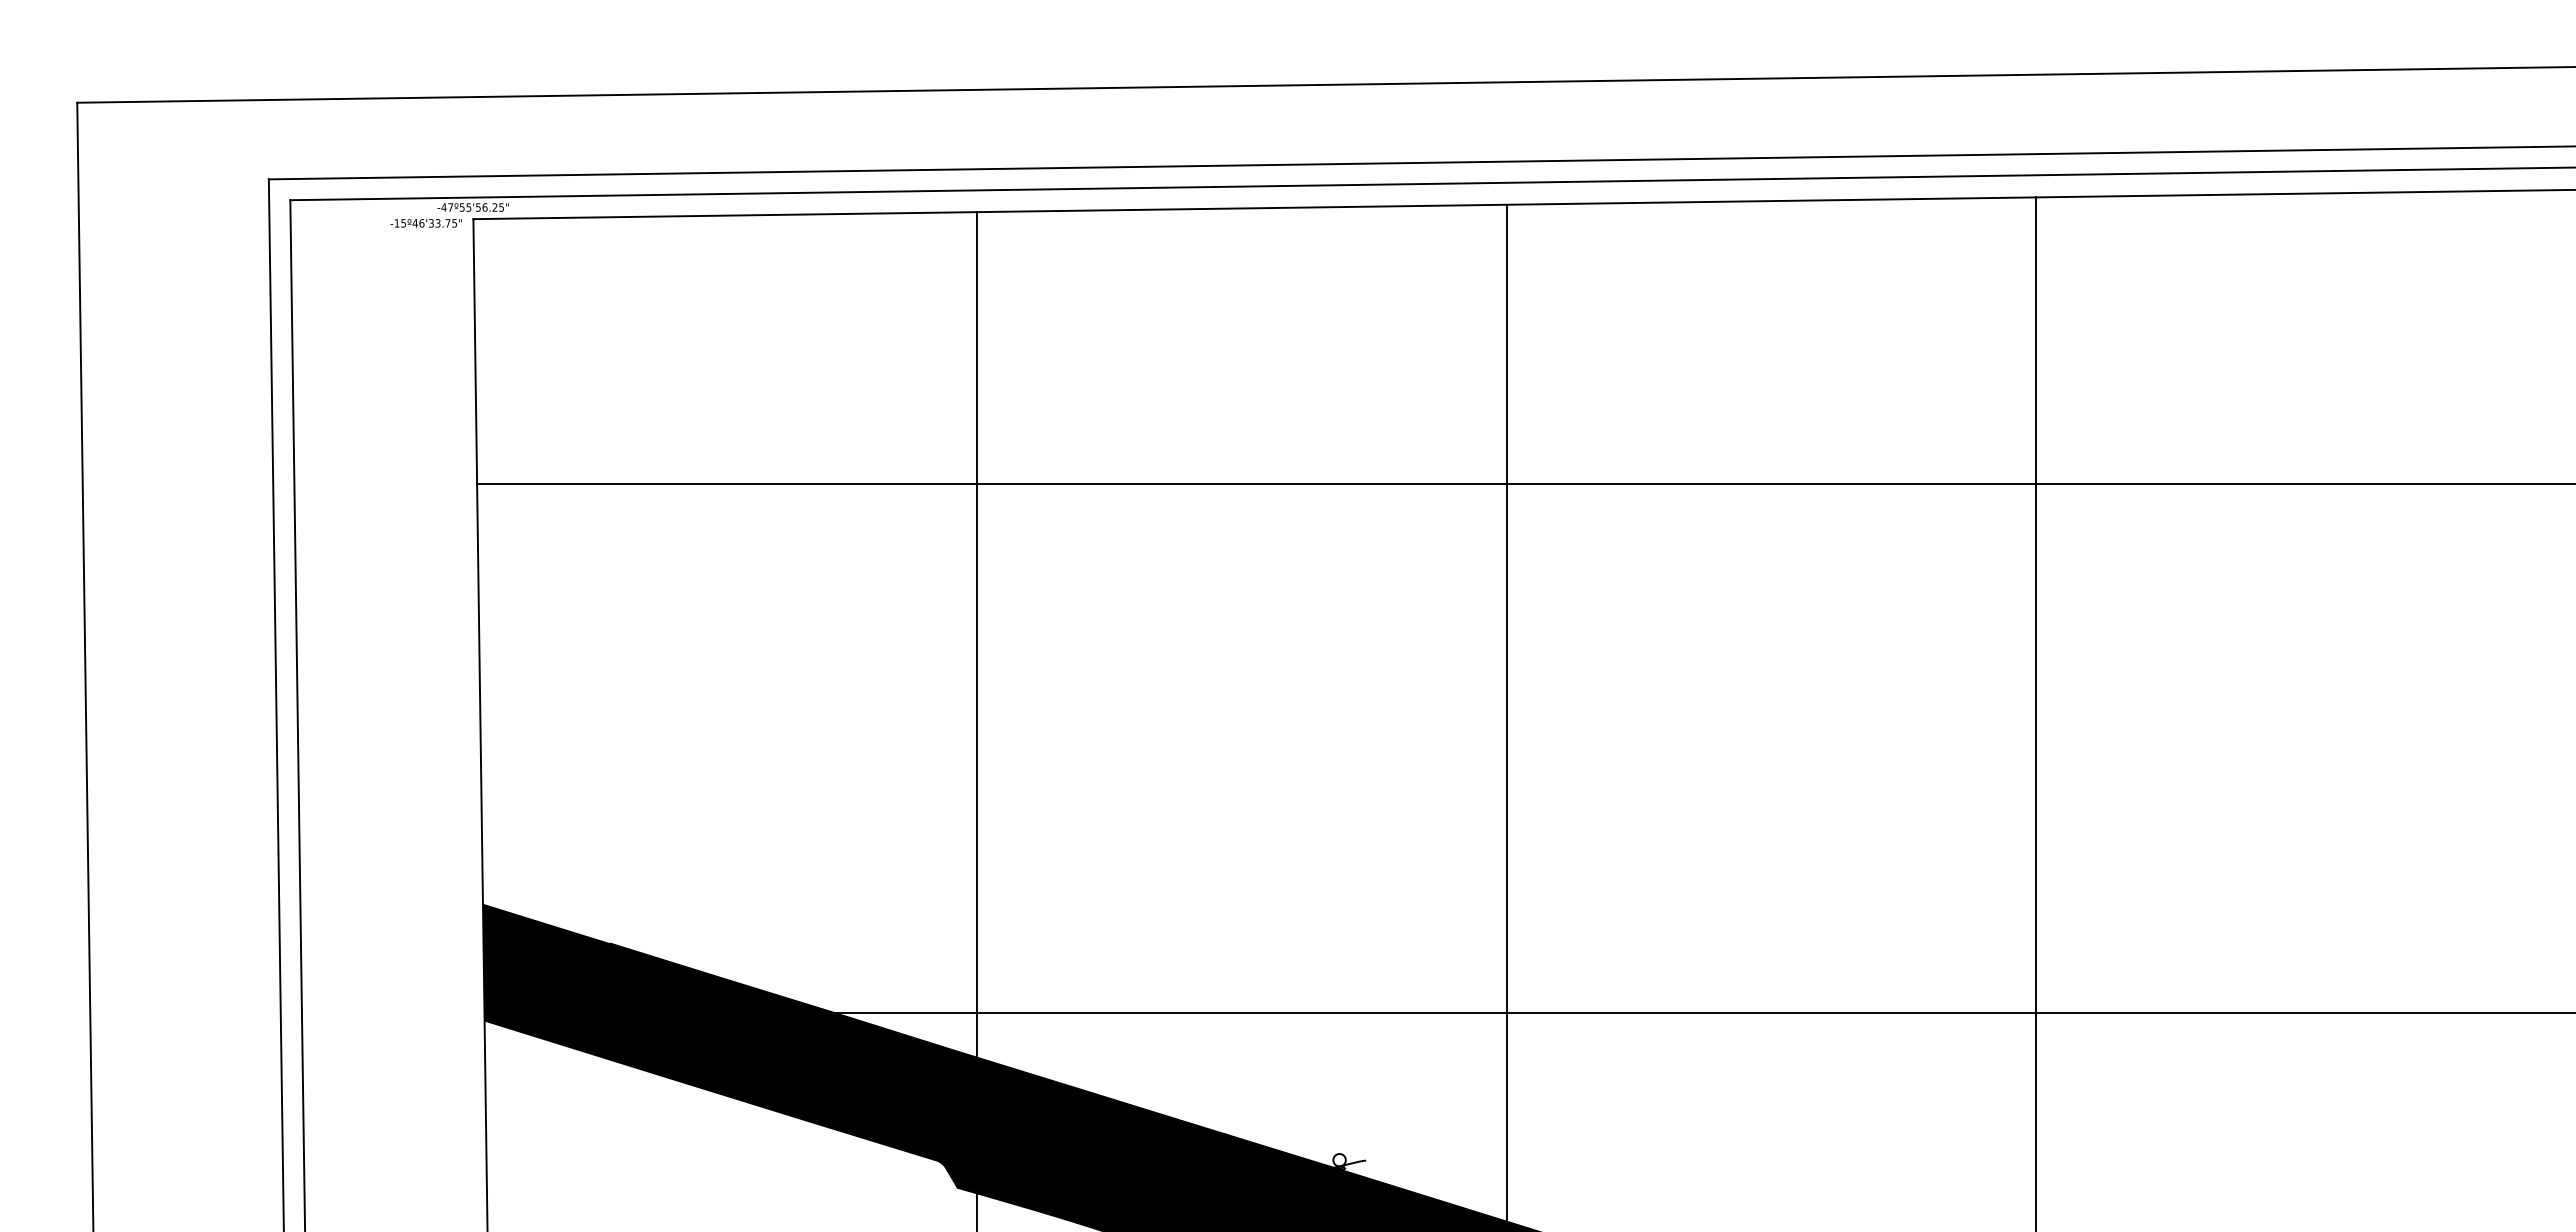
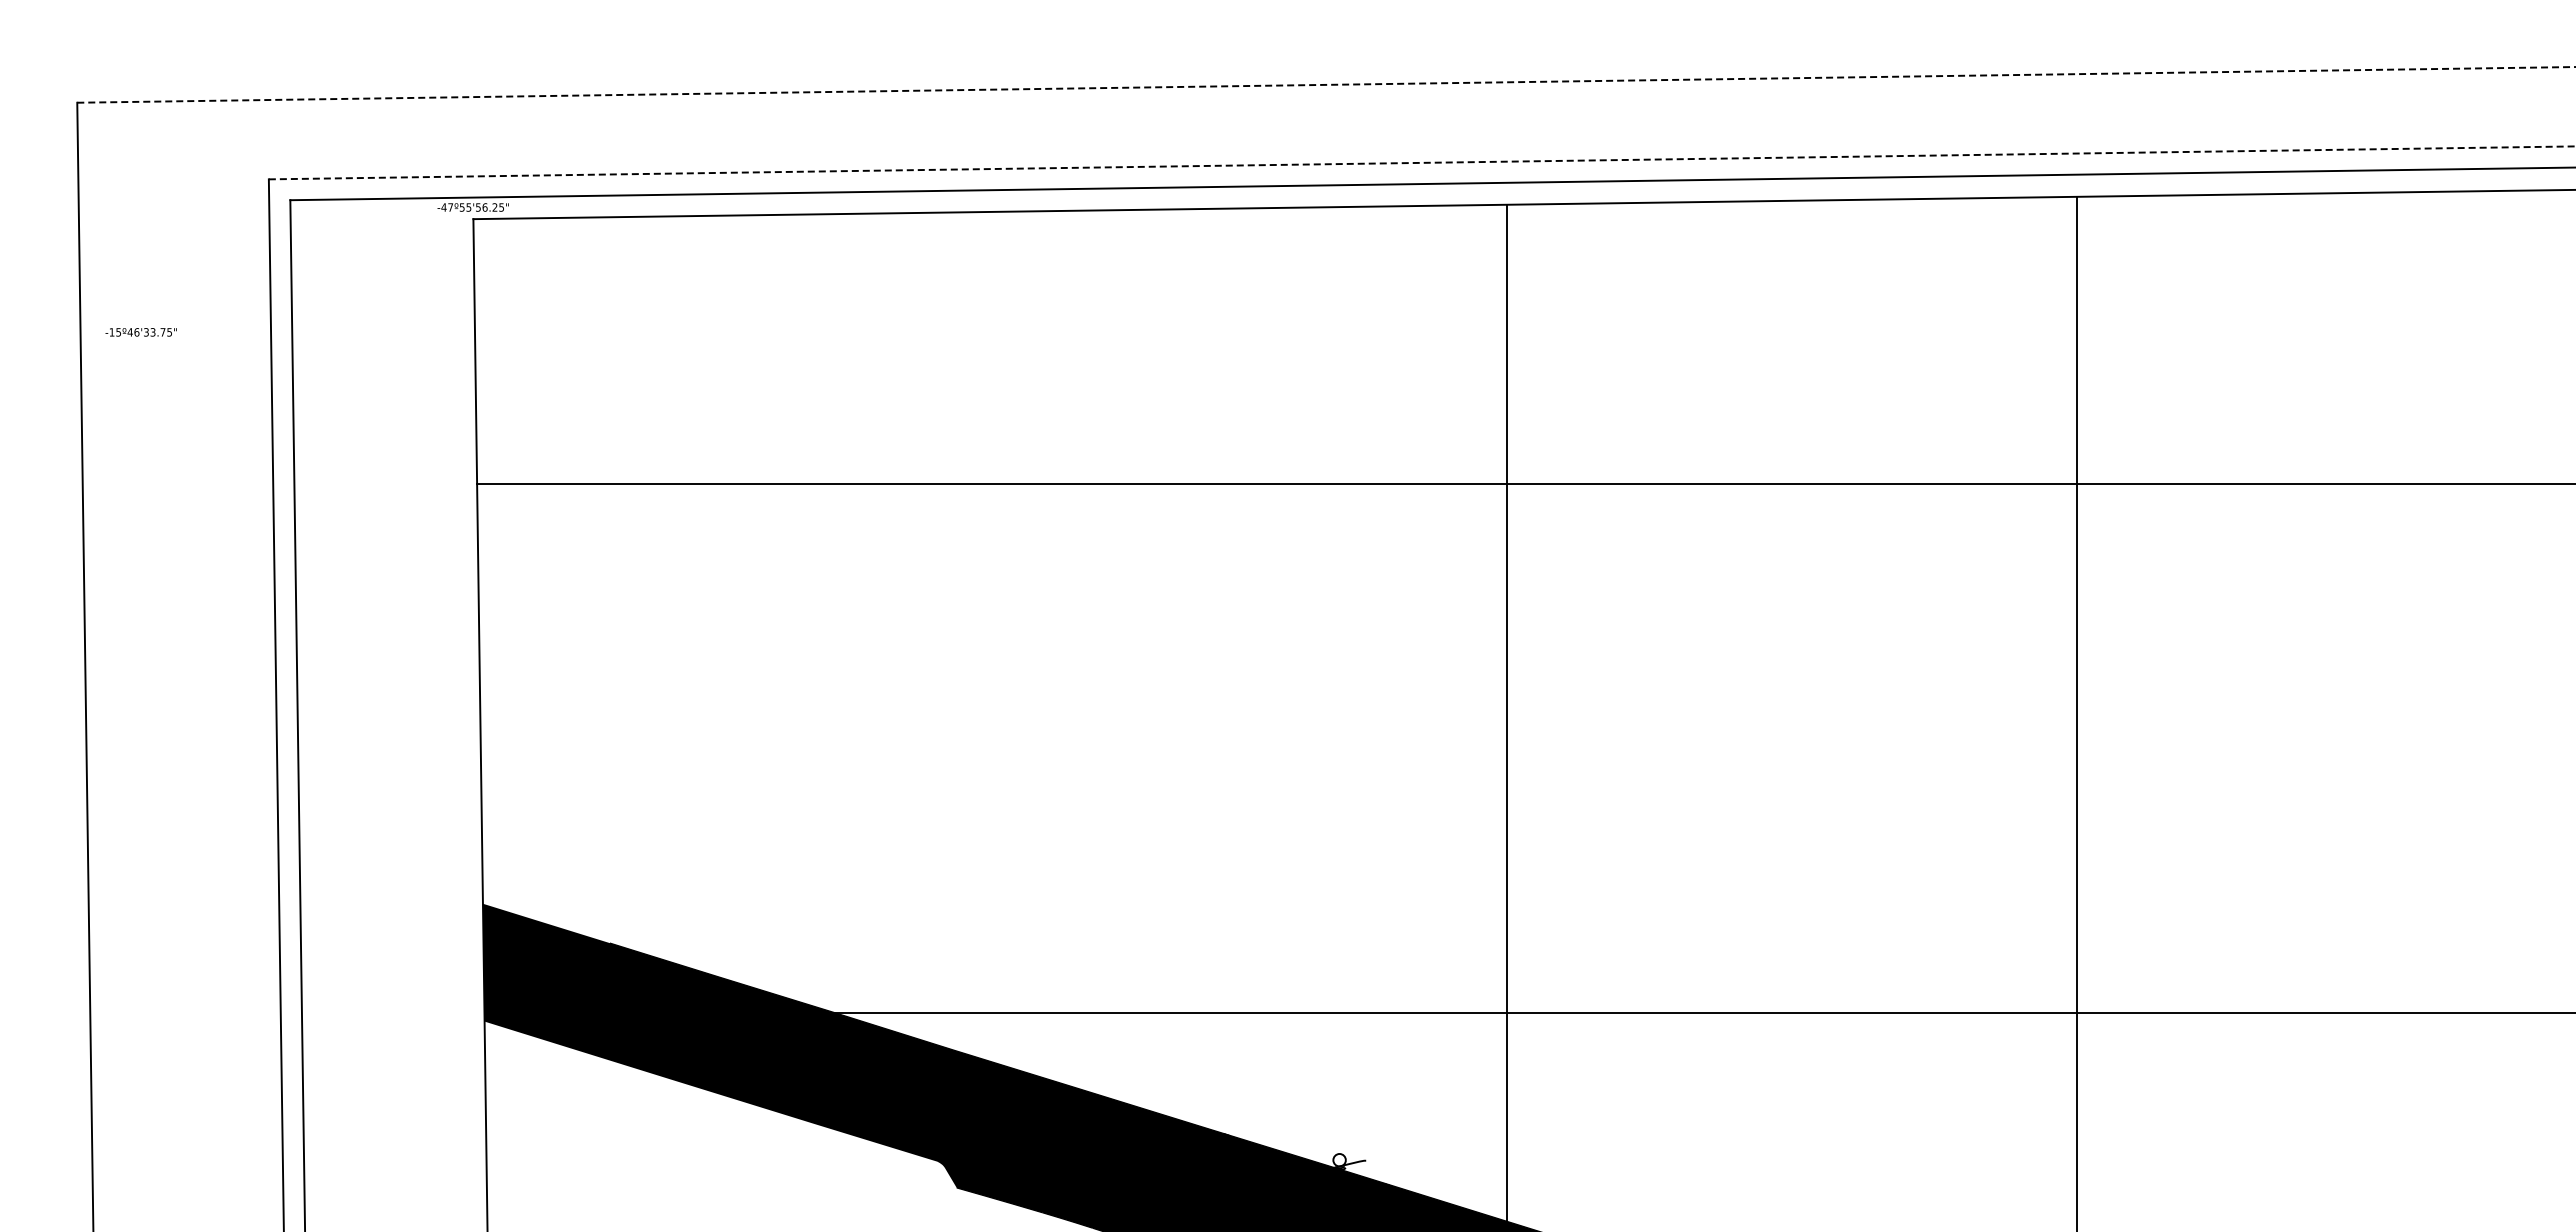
line at (1327, 84): solid -> dashed
line at (1422, 162): solid -> dashed
text at (425, 223) position: (425, 223) -> (140, 332)
line at (2035, 712) position: (2035, 712) -> (2076, 712)
line at (977, 720): present -> none
